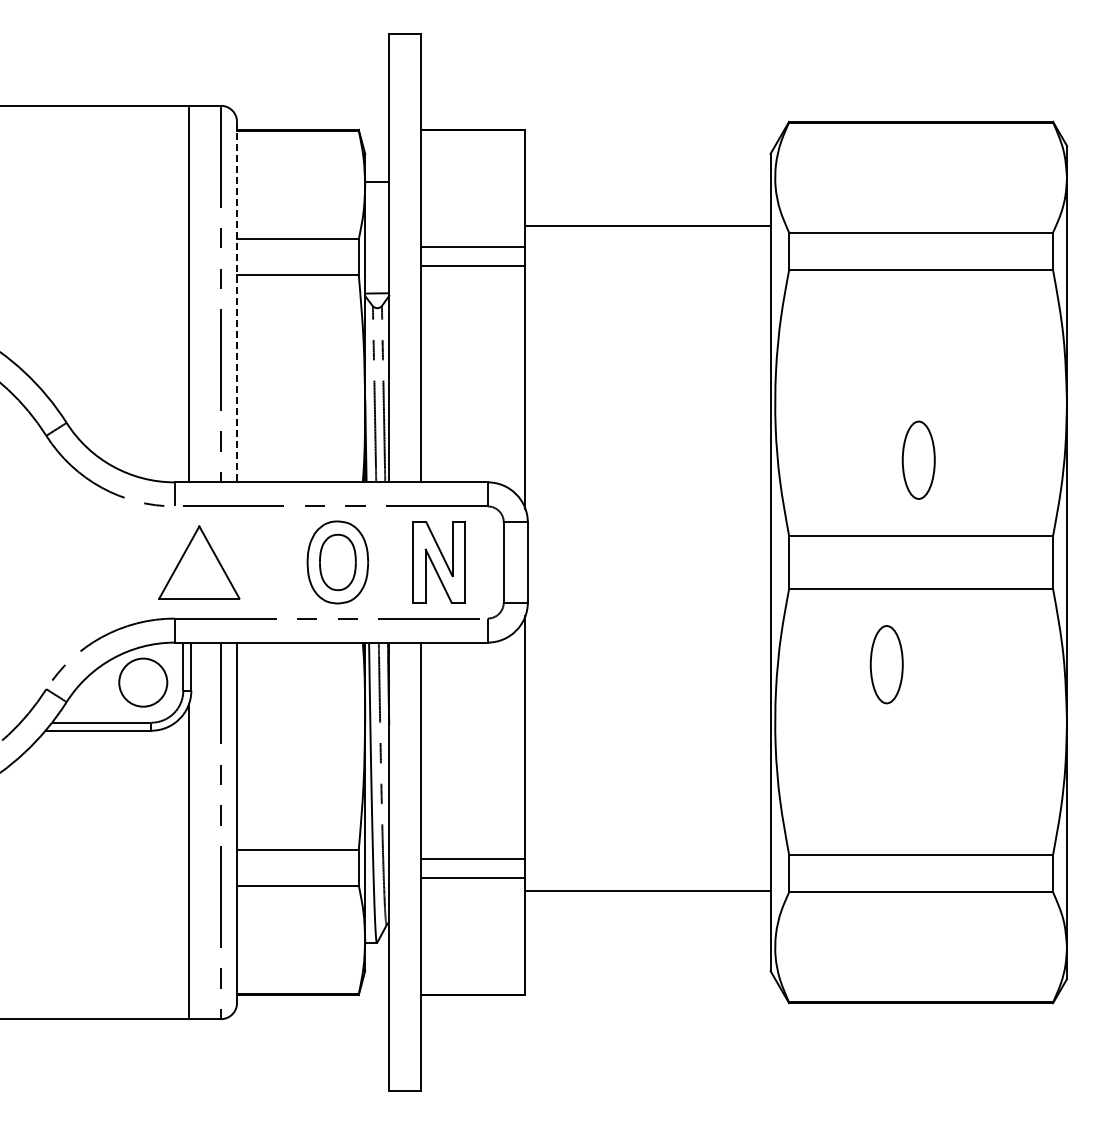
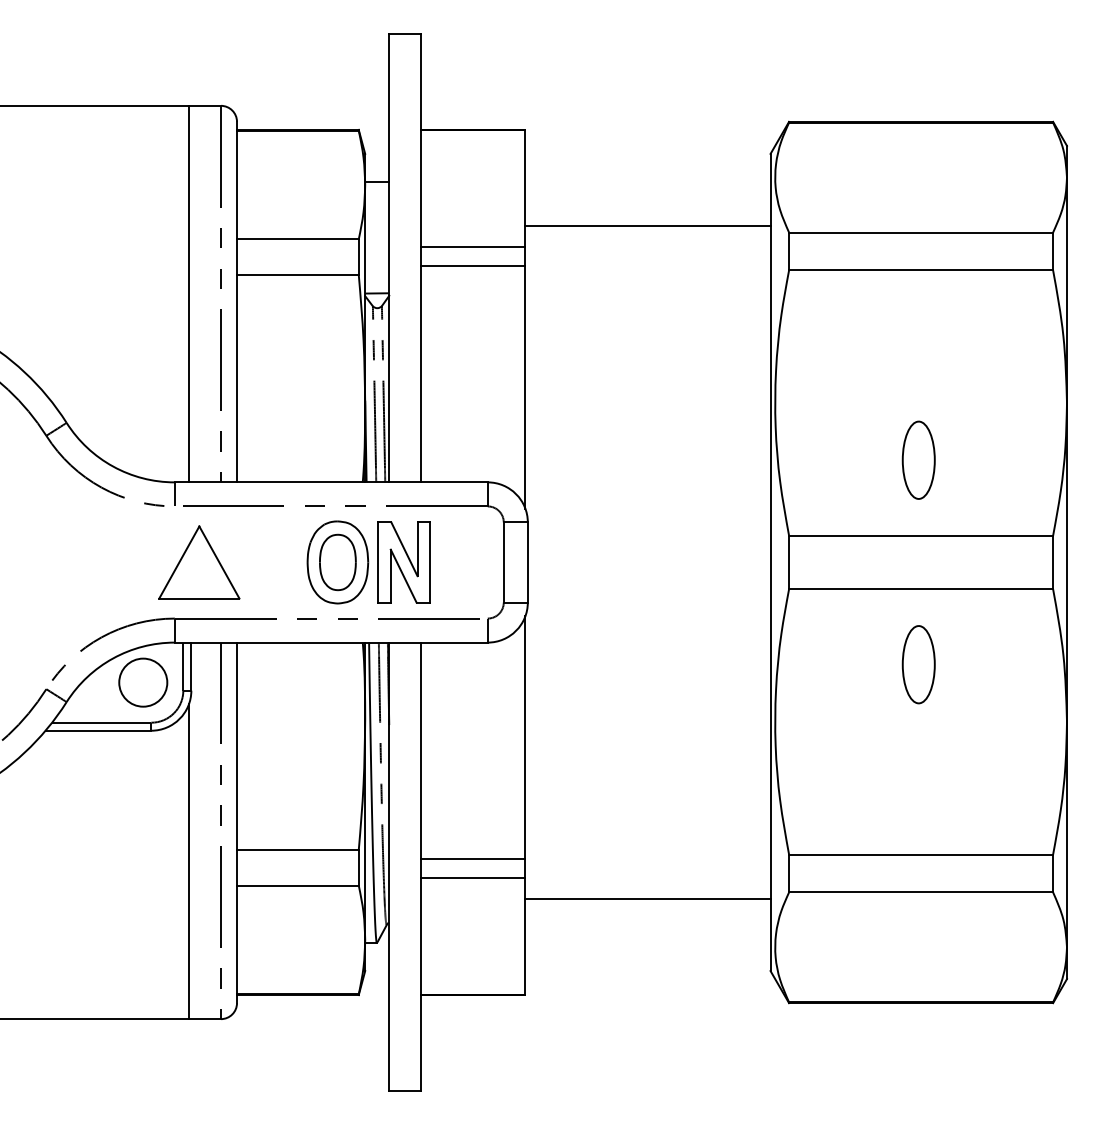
line at (237, 302): dashed -> solid
part at (438, 562) position: (438, 562) -> (403, 562)
part at (886, 664) position: (886, 664) -> (918, 664)
line at (647, 890) position: (647, 890) -> (647, 898)
